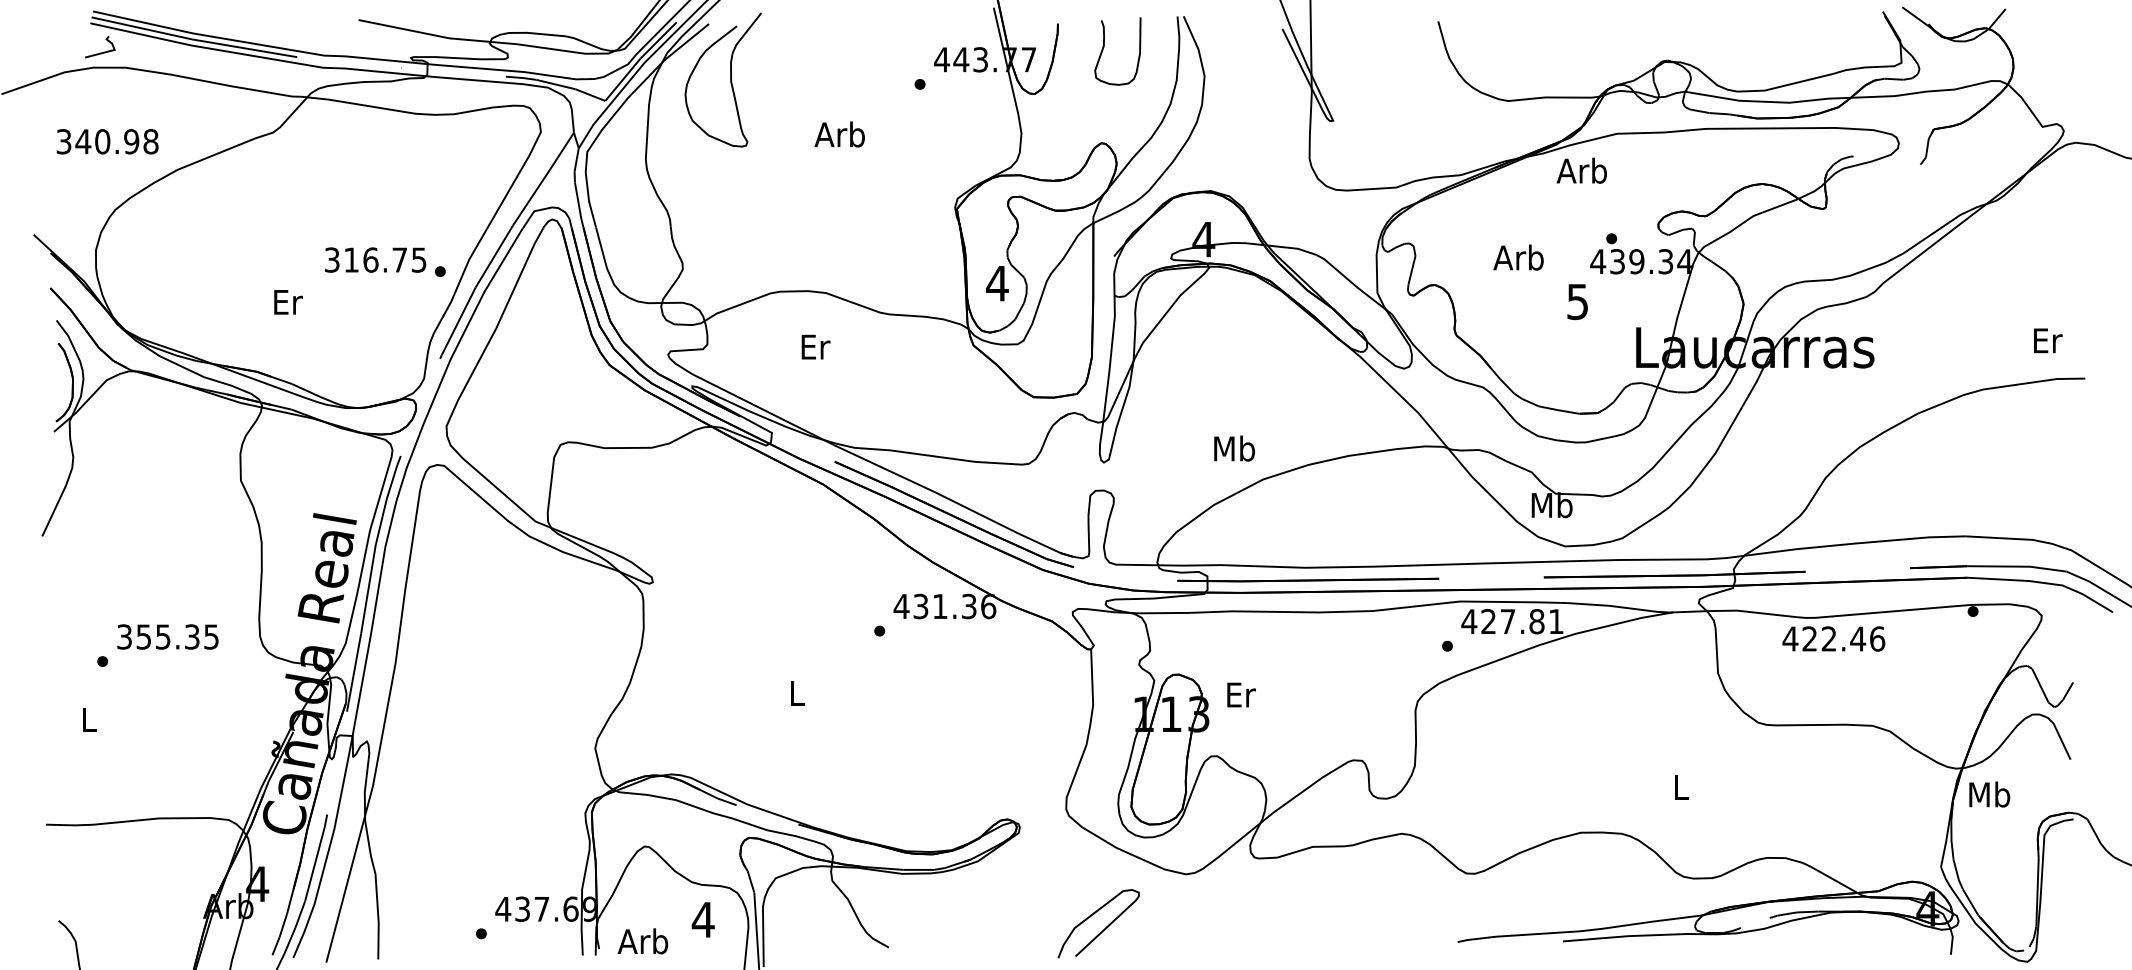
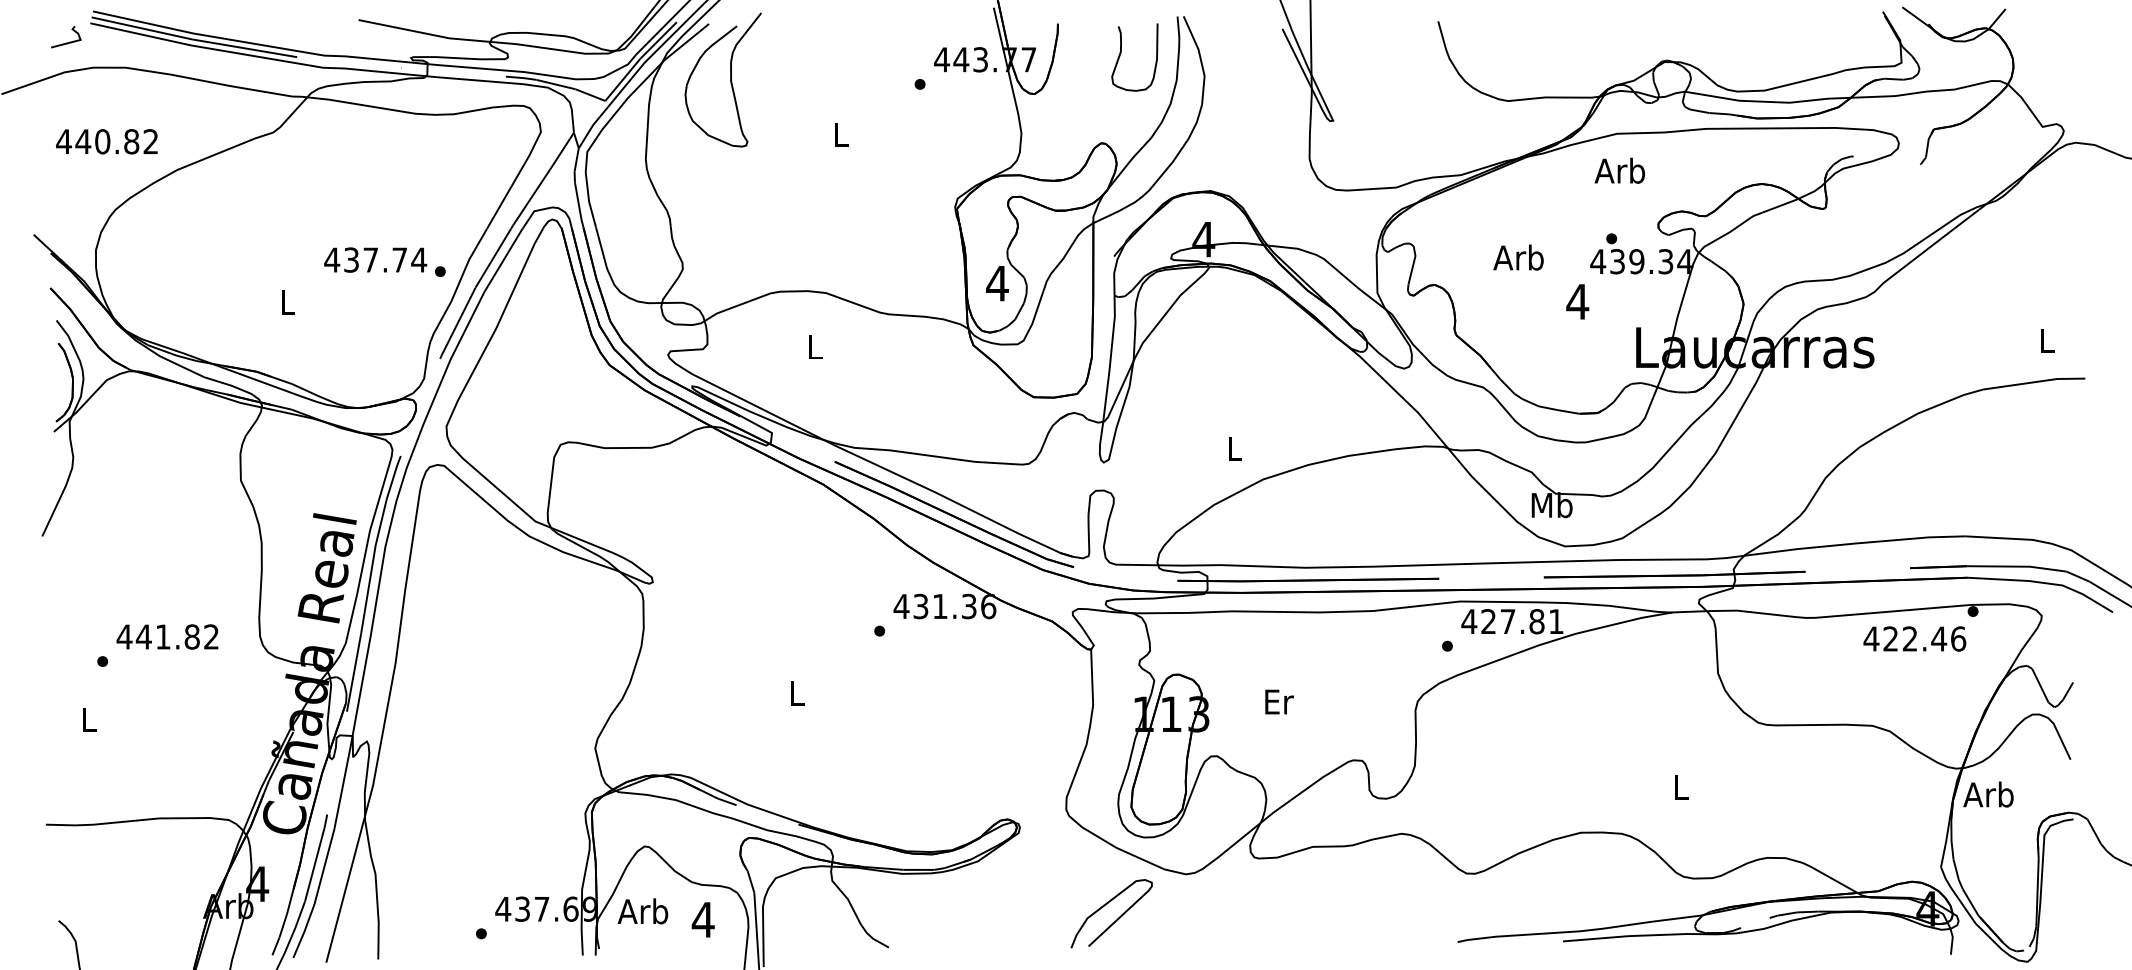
curve at (1104, 47) position: (1104, 47) -> (1121, 53)
line at (103, 51) position: (103, 51) -> (69, 41)
text at (839, 134): Arb -> L
text at (107, 141): 340.98 -> 440.82
text at (1581, 170) position: (1581, 170) -> (1619, 170)
text at (375, 259): 316.75 -> 437.74
text at (288, 302): Er -> L
text at (1577, 302): 5 -> 4
text at (2048, 340): Er -> L
text at (815, 346): Er -> L
text at (1234, 448): Mb -> L
text at (167, 636): 355.35 -> 441.82
text at (1833, 638) position: (1833, 638) -> (1914, 638)
text at (1241, 694) position: (1241, 694) -> (1279, 701)
text at (1988, 794): Mb -> Arb
curve at (1104, 928) position: (1104, 928) -> (1117, 918)
text at (642, 941) position: (642, 941) -> (642, 911)
